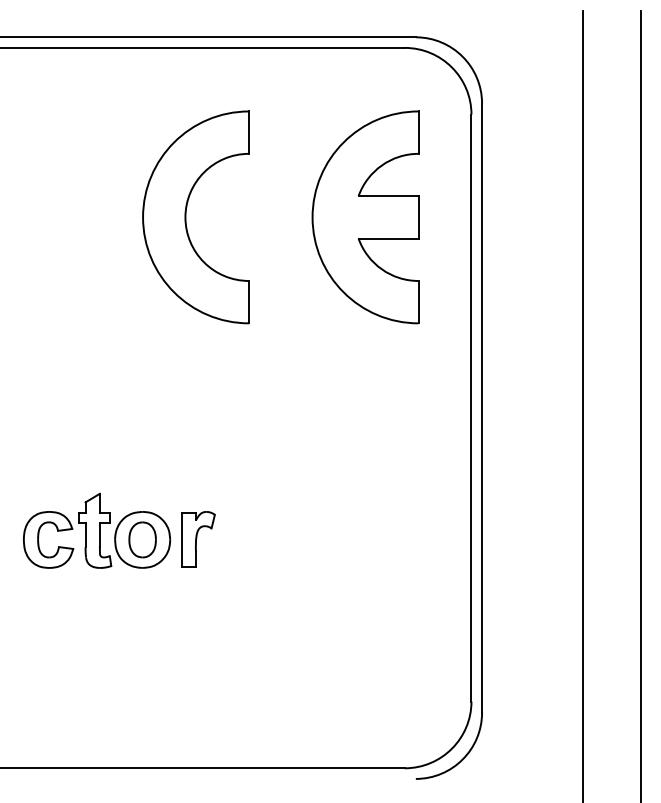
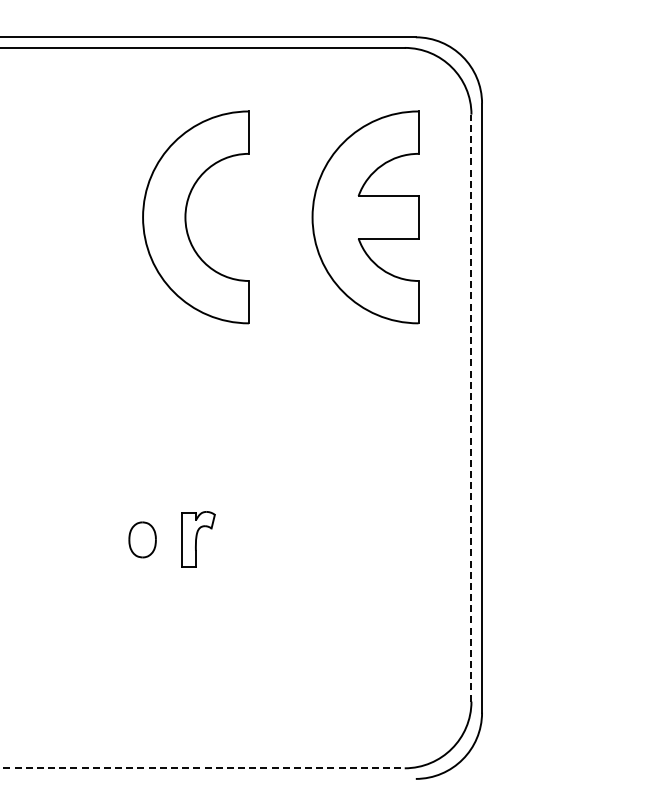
line at (582, 404): present -> none
line at (640, 404): present -> none
line at (471, 407): solid -> dashed
part at (97, 530): present -> none
line at (202, 768): solid -> dashed
